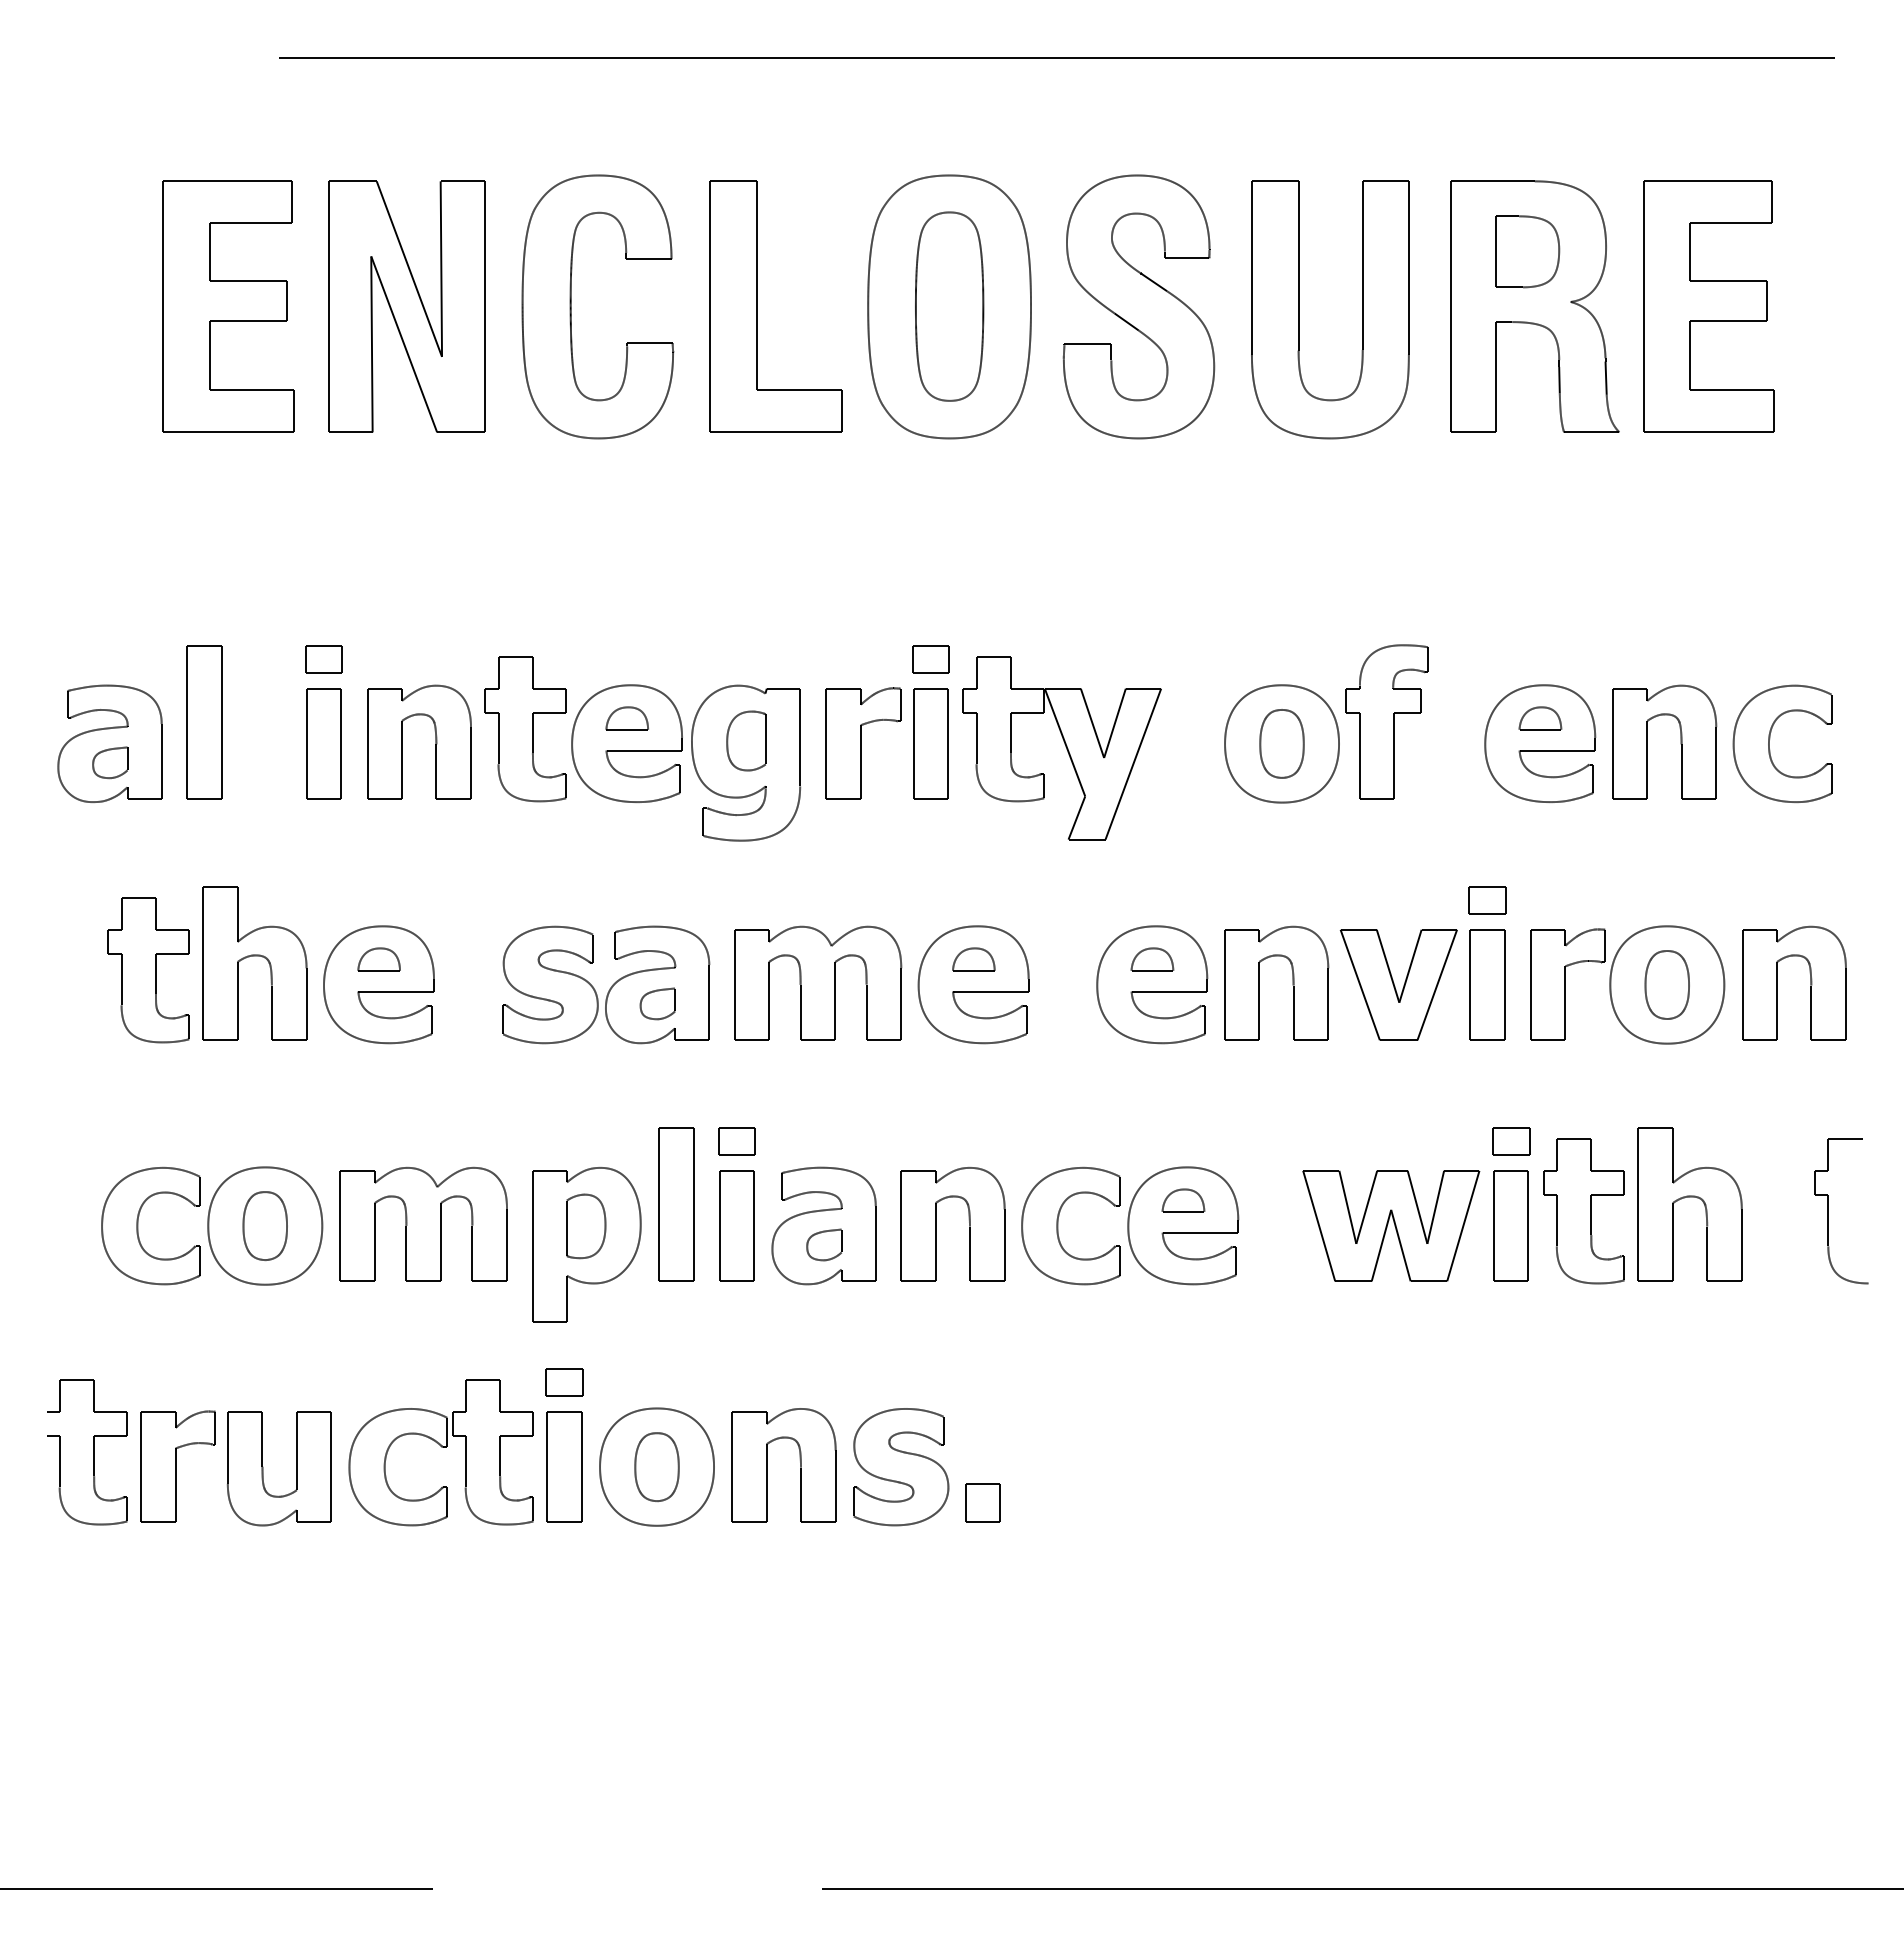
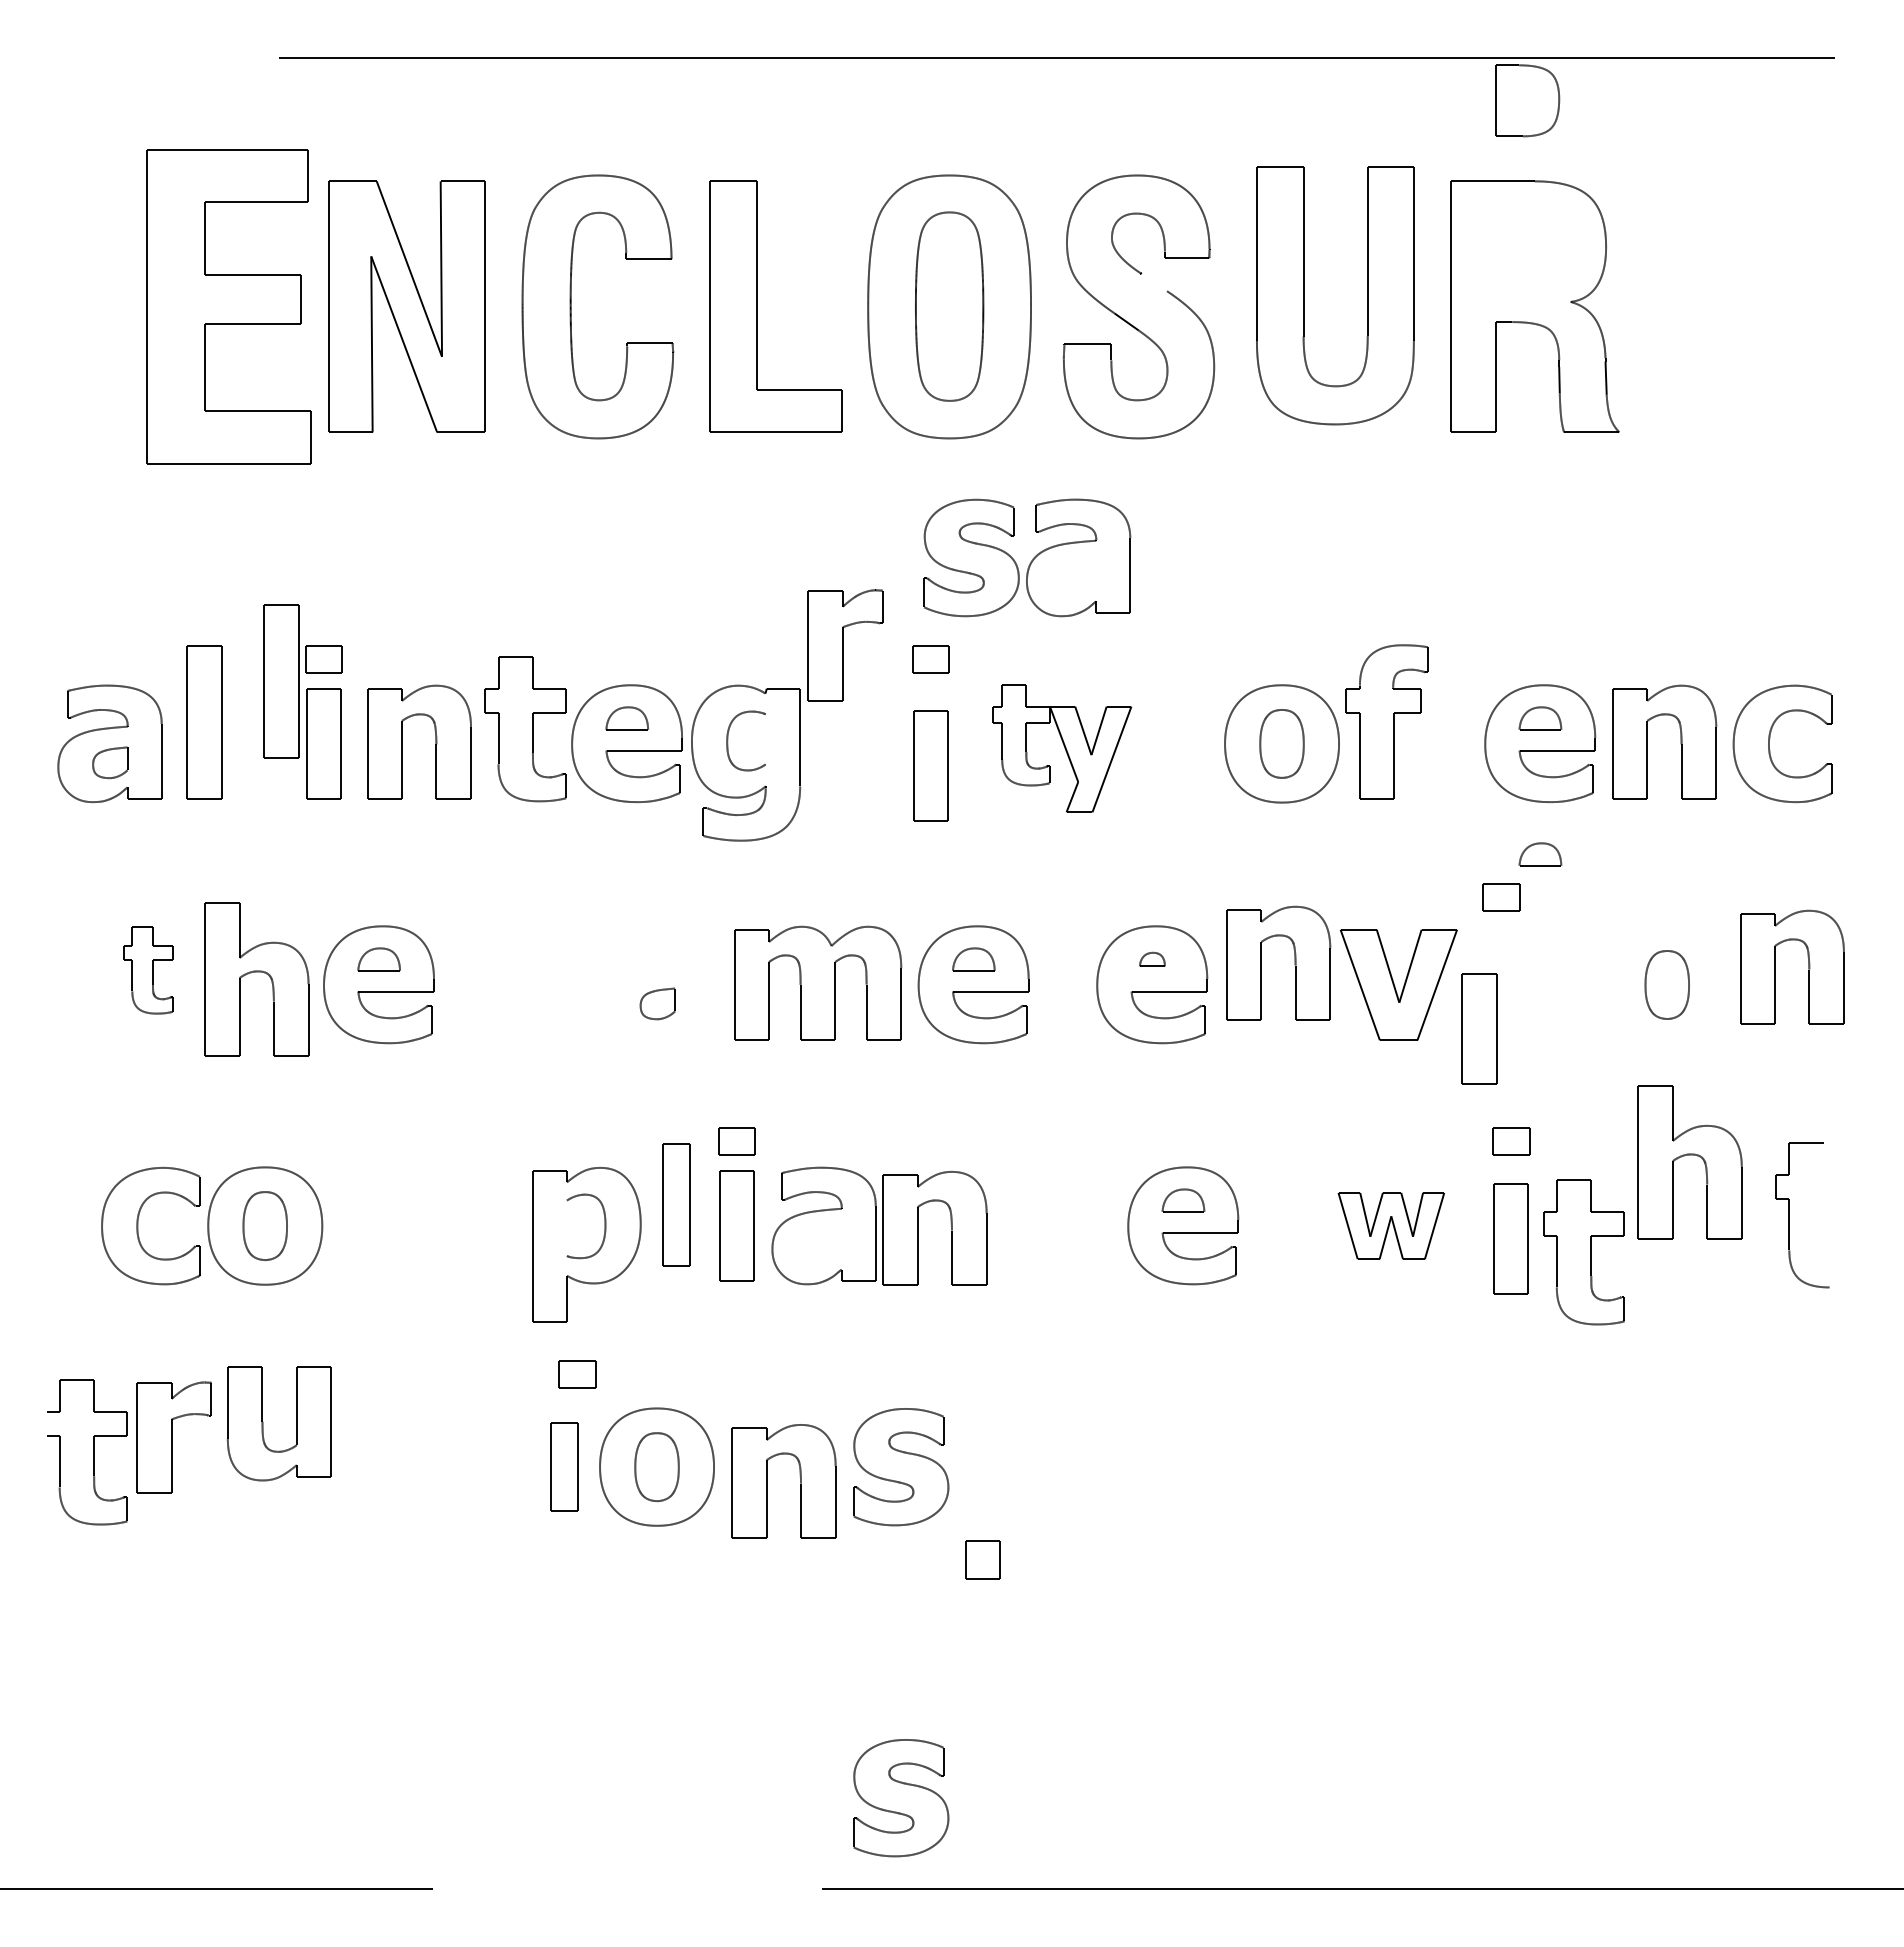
part at (1527, 251) position: (1527, 251) -> (1527, 100)
line at (1154, 282): present -> none
part at (228, 306) size: 133x253 px -> 166x316 px
part at (1708, 306): present -> none
part at (1299, 309) position: (1299, 309) -> (1304, 295)
part at (281, 681): none -> present
line at (765, 739): present -> none
part at (863, 743) position: (863, 743) -> (845, 645)
part at (930, 743) position: (930, 743) -> (930, 765)
part at (1061, 748) size: 200x185 px -> 141x129 px
part at (1540, 854): none -> present
part at (1487, 900) position: (1487, 900) -> (1501, 897)
part at (254, 956) position: (254, 956) -> (256, 972)
part at (1152, 959) size: 45x25 px -> 27x16 px
part at (148, 970) size: 83x147 px -> 51x89 px
part at (1292, 982) position: (1292, 982) -> (1294, 962)
part at (1810, 982) position: (1810, 982) -> (1808, 966)
part at (606, 984) position: (606, 984) -> (1027, 557)
part at (1487, 984) position: (1487, 984) -> (1479, 1028)
part at (1627, 984): present -> none
part at (1689, 1197) position: (1689, 1197) -> (1689, 1155)
part at (676, 1204) size: 37x155 px -> 29x124 px
part at (1583, 1211) position: (1583, 1211) -> (1583, 1252)
part at (1828, 1211) position: (1828, 1211) -> (1789, 1215)
part at (423, 1223): present -> none
part at (936, 1224) position: (936, 1224) -> (918, 1228)
part at (1391, 1225) size: 179x112 px -> 108x68 px
part at (1510, 1225) position: (1510, 1225) -> (1510, 1238)
part at (1058, 1226): present -> none
line at (566, 1228): present -> none
part at (824, 1244): present -> none
part at (564, 1382) position: (564, 1382) -> (577, 1374)
part at (440, 1452): present -> none
part at (767, 1465) position: (767, 1465) -> (767, 1481)
part at (177, 1466) position: (177, 1466) -> (173, 1437)
part at (564, 1466) size: 37x112 px -> 29x90 px
part at (263, 1468) position: (263, 1468) -> (263, 1423)
part at (982, 1502) position: (982, 1502) -> (982, 1559)
part at (901, 1798): none -> present
